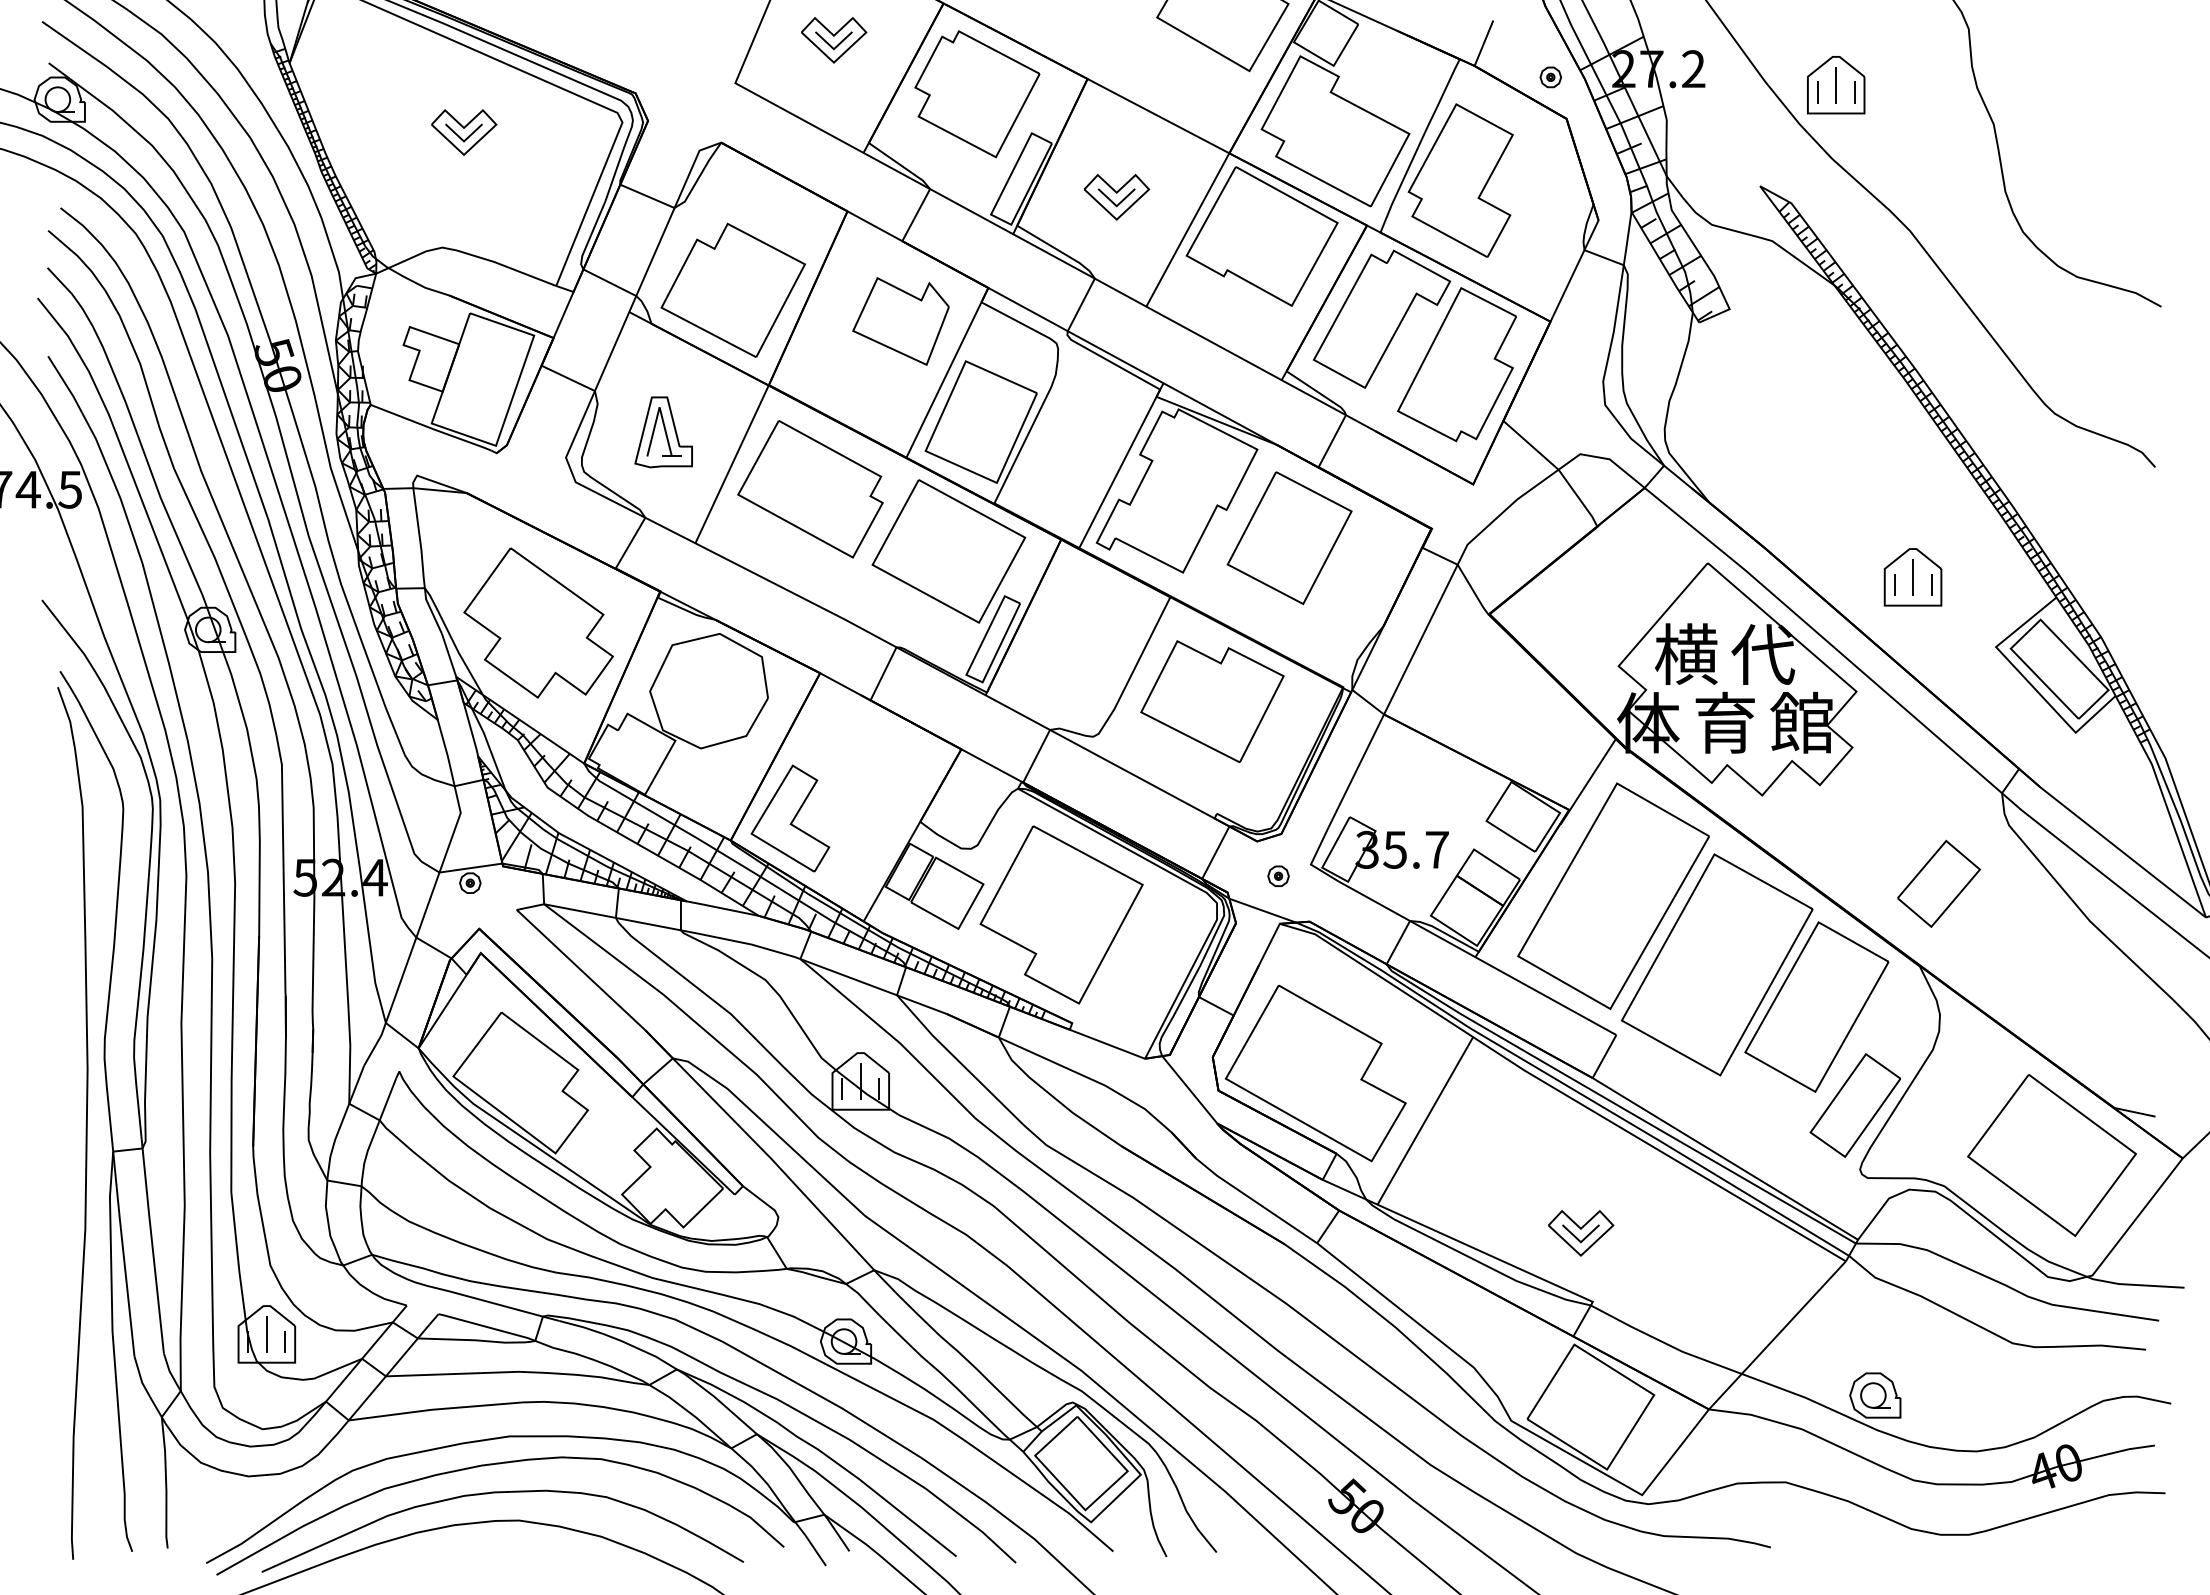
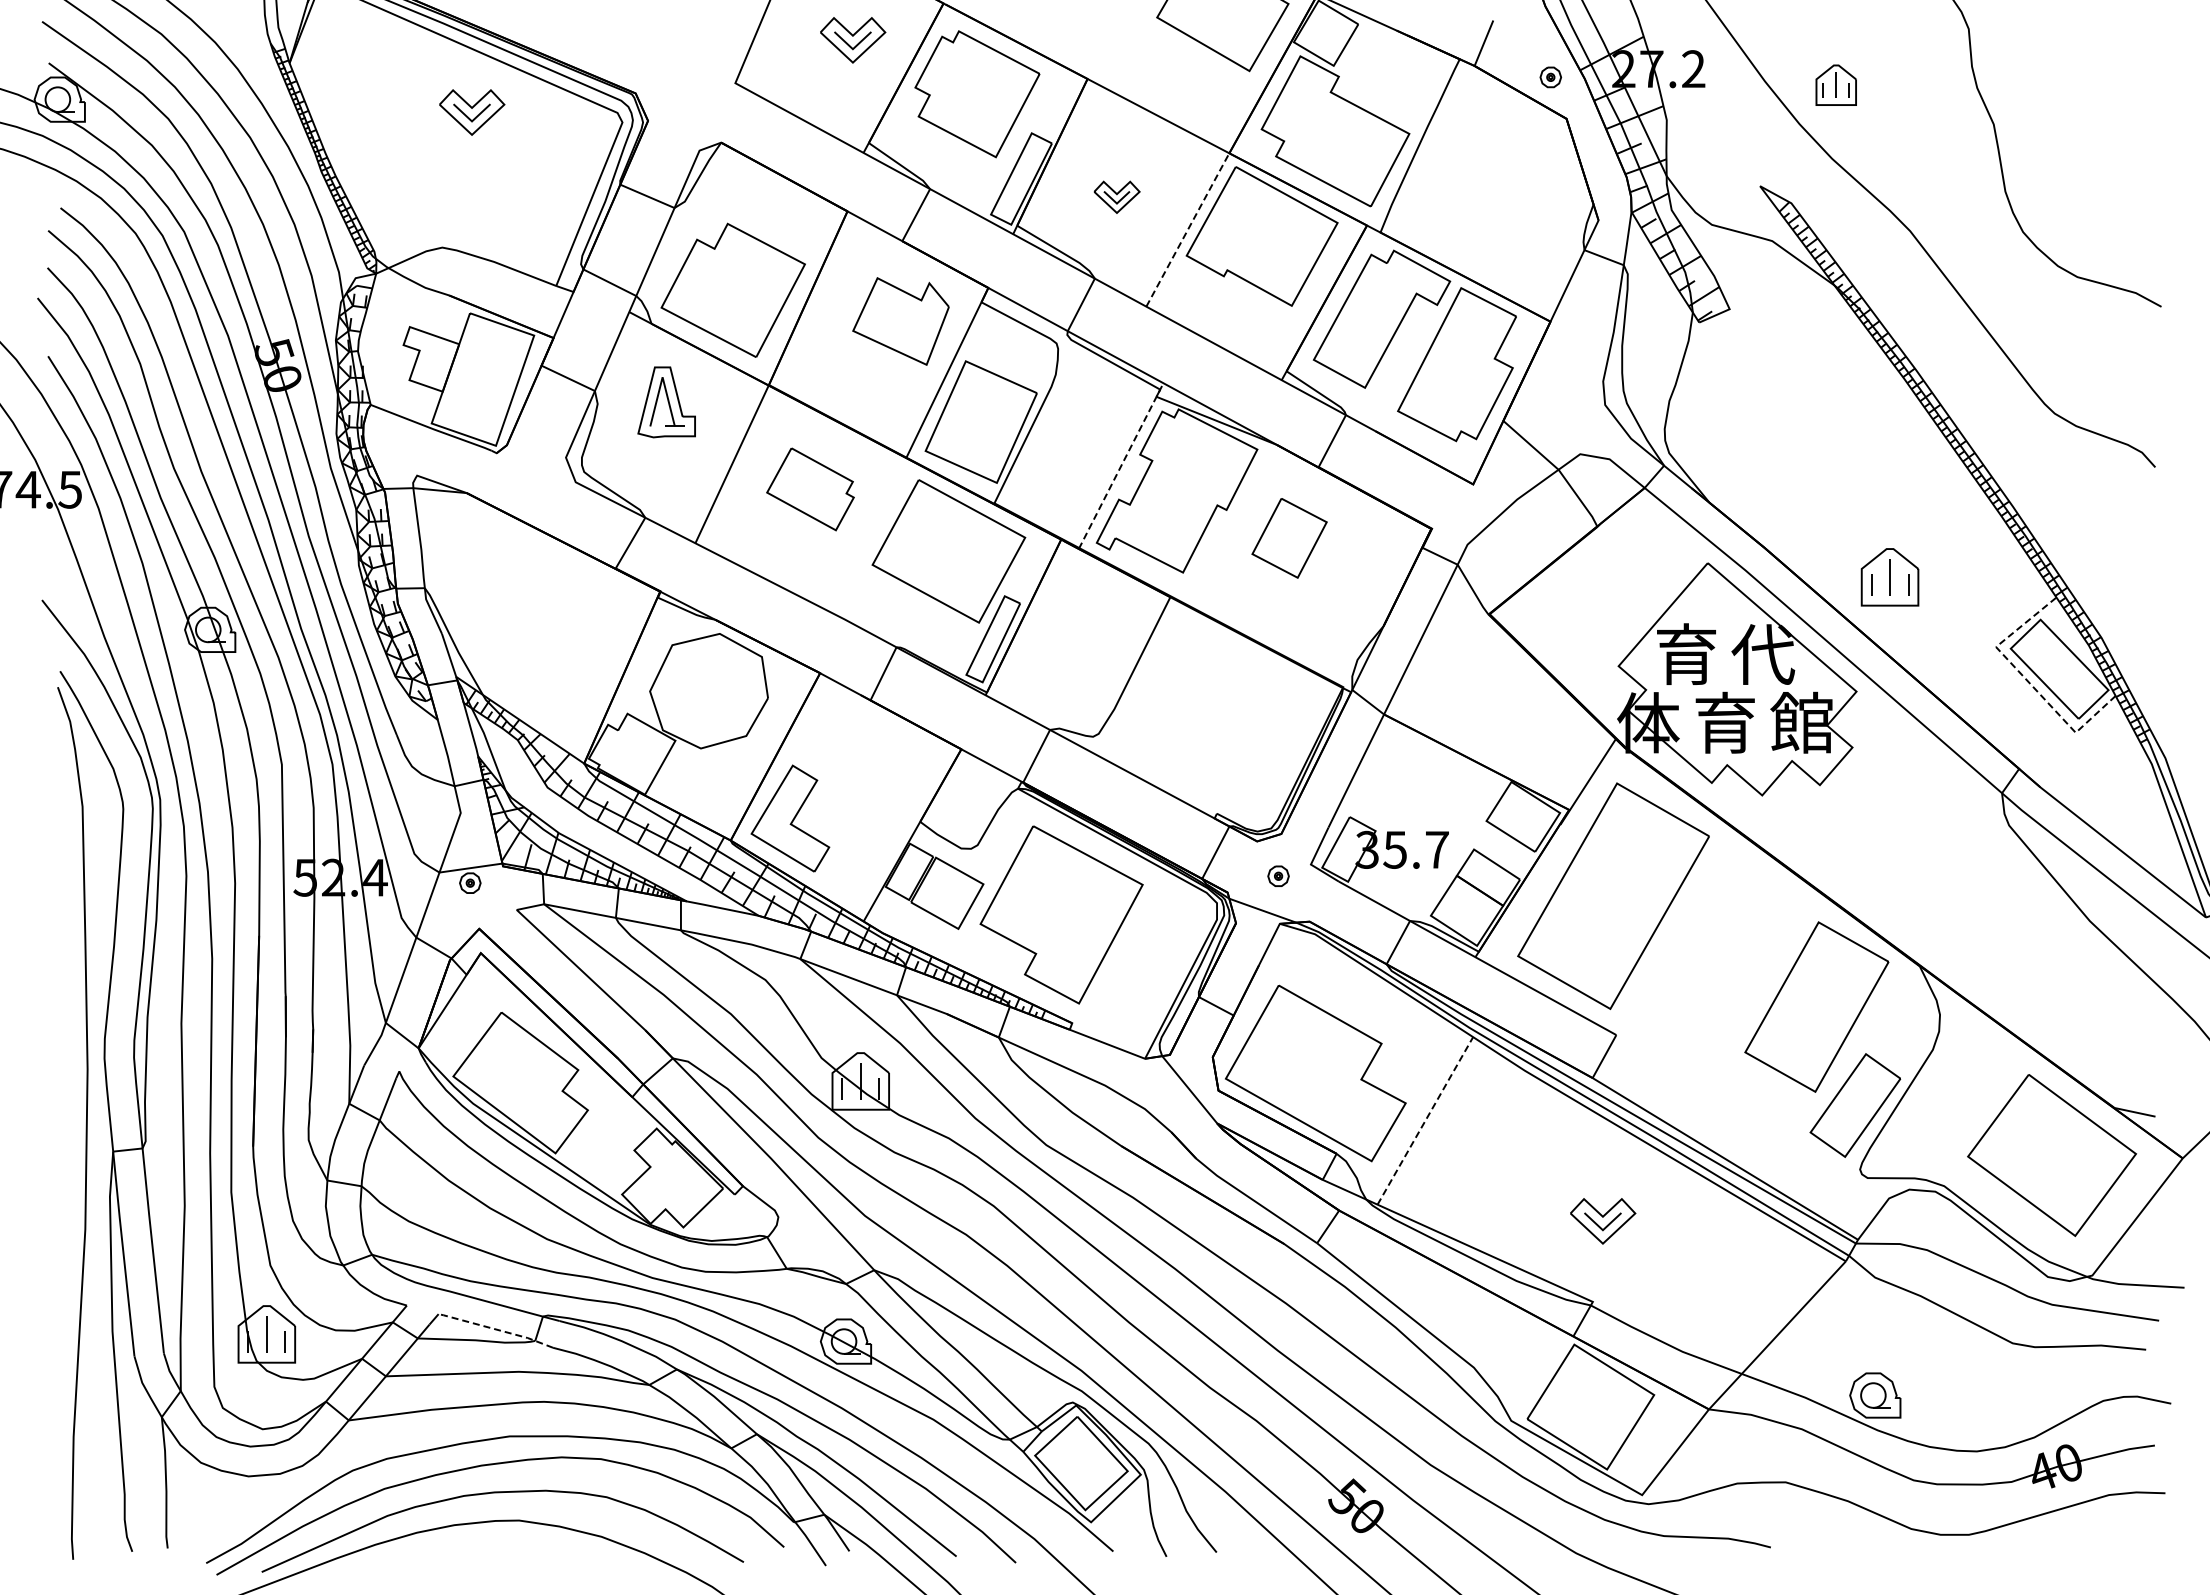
part at (834, 40) position: (834, 40) -> (853, 40)
part at (1836, 85) size: 59x59 px -> 42x42 px
part at (464, 132) position: (464, 132) -> (472, 112)
part at (1460, 180): present -> none
part at (1117, 197) size: 67x47 px -> 48x34 px
line at (1188, 229): solid -> dashed
part at (663, 432) position: (663, 432) -> (666, 402)
line at (1121, 465): solid -> dashed
part at (810, 489) size: 147x139 px -> 89x85 px
part at (1289, 538) size: 127x135 px -> 77x81 px
part at (1912, 577) position: (1912, 577) -> (1889, 577)
part at (538, 622): present -> none
text at (1686, 653): 横 -> 育
line at (2027, 681): solid -> dashed
part at (1212, 701): present -> none
part at (1939, 883): present -> none
part at (1716, 964): present -> none
line at (1425, 1120): solid -> dashed
part at (1581, 1233) position: (1581, 1233) -> (1603, 1221)
line at (496, 1329): solid -> dashed
